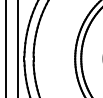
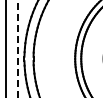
line at (18, 48): solid -> dashed
